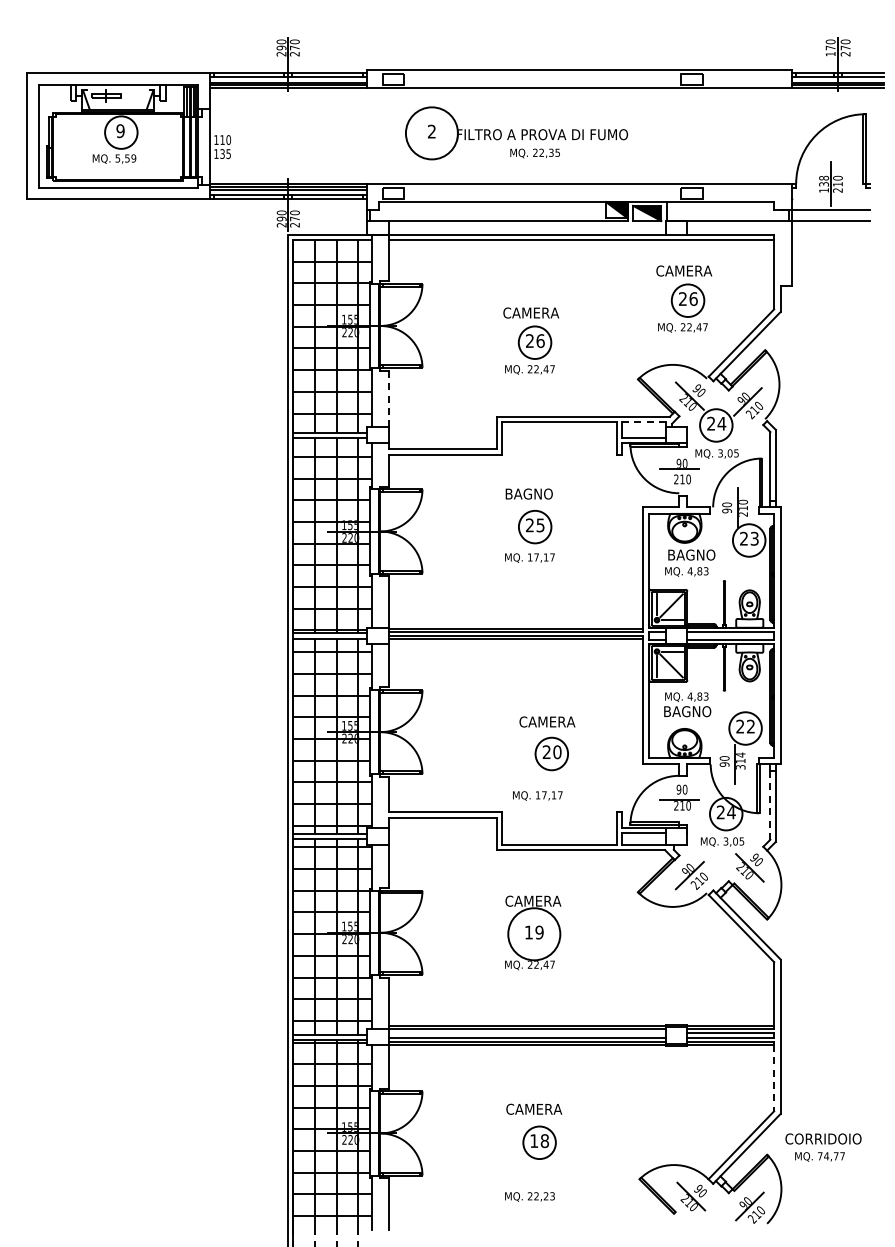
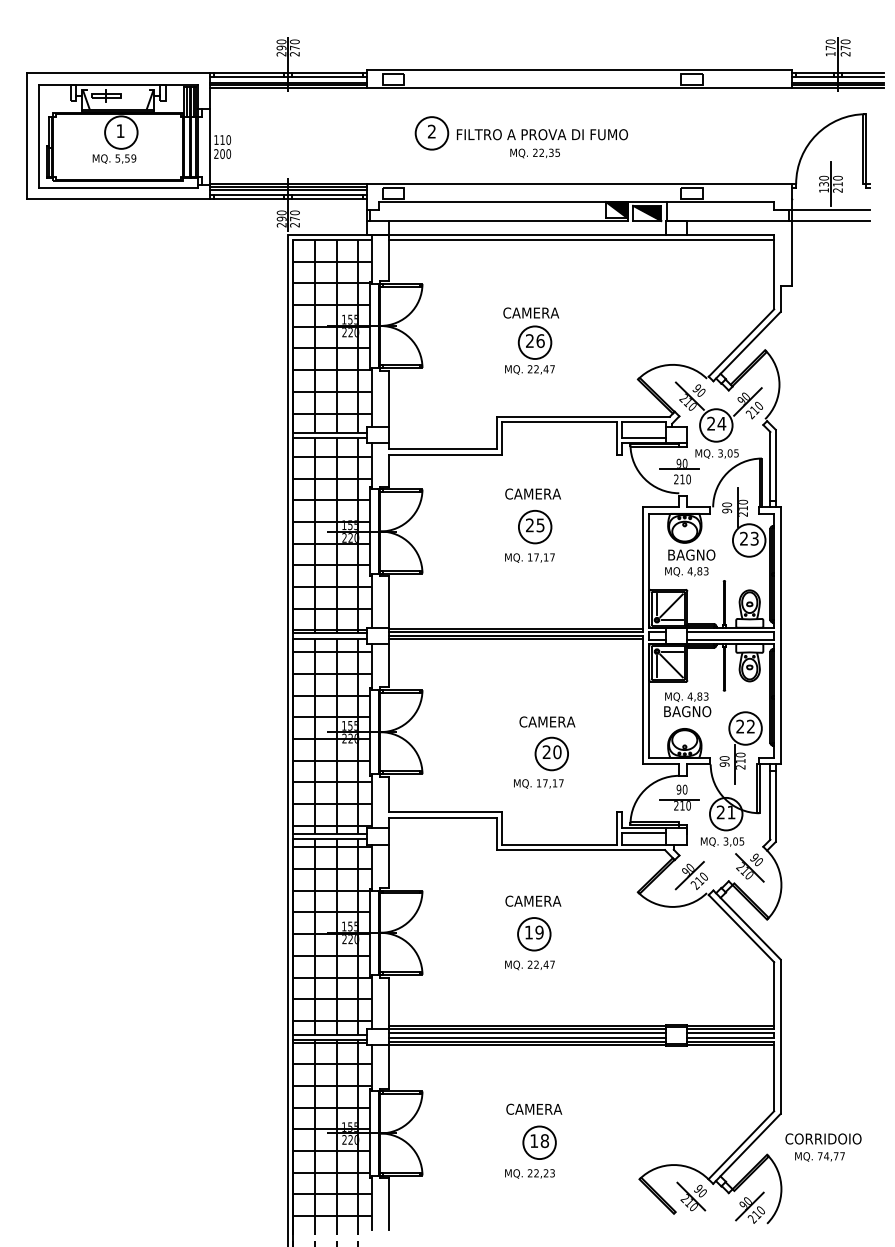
text at (120, 131): 9 -> 1
circle at (431, 133) diameter: 52 px -> 33 px
text at (222, 153): 135 -> 200
text at (823, 177): 138 -> 130
part at (684, 298): present -> none
line at (388, 399): dashed -> solid
line at (643, 422): dashed -> solid
text at (533, 493): BAGNO -> CAMERA
text at (740, 760): 314 -> 210
text at (537, 795) position: (537, 795) -> (538, 783)
line at (770, 805): dashed -> solid
text at (731, 812): 24 -> 21
circle at (534, 934) diameter: 52 px -> 33 px
line at (526, 1033): none -> present
line at (774, 1078): dashed -> solid
text at (529, 1196) position: (529, 1196) -> (529, 1173)
